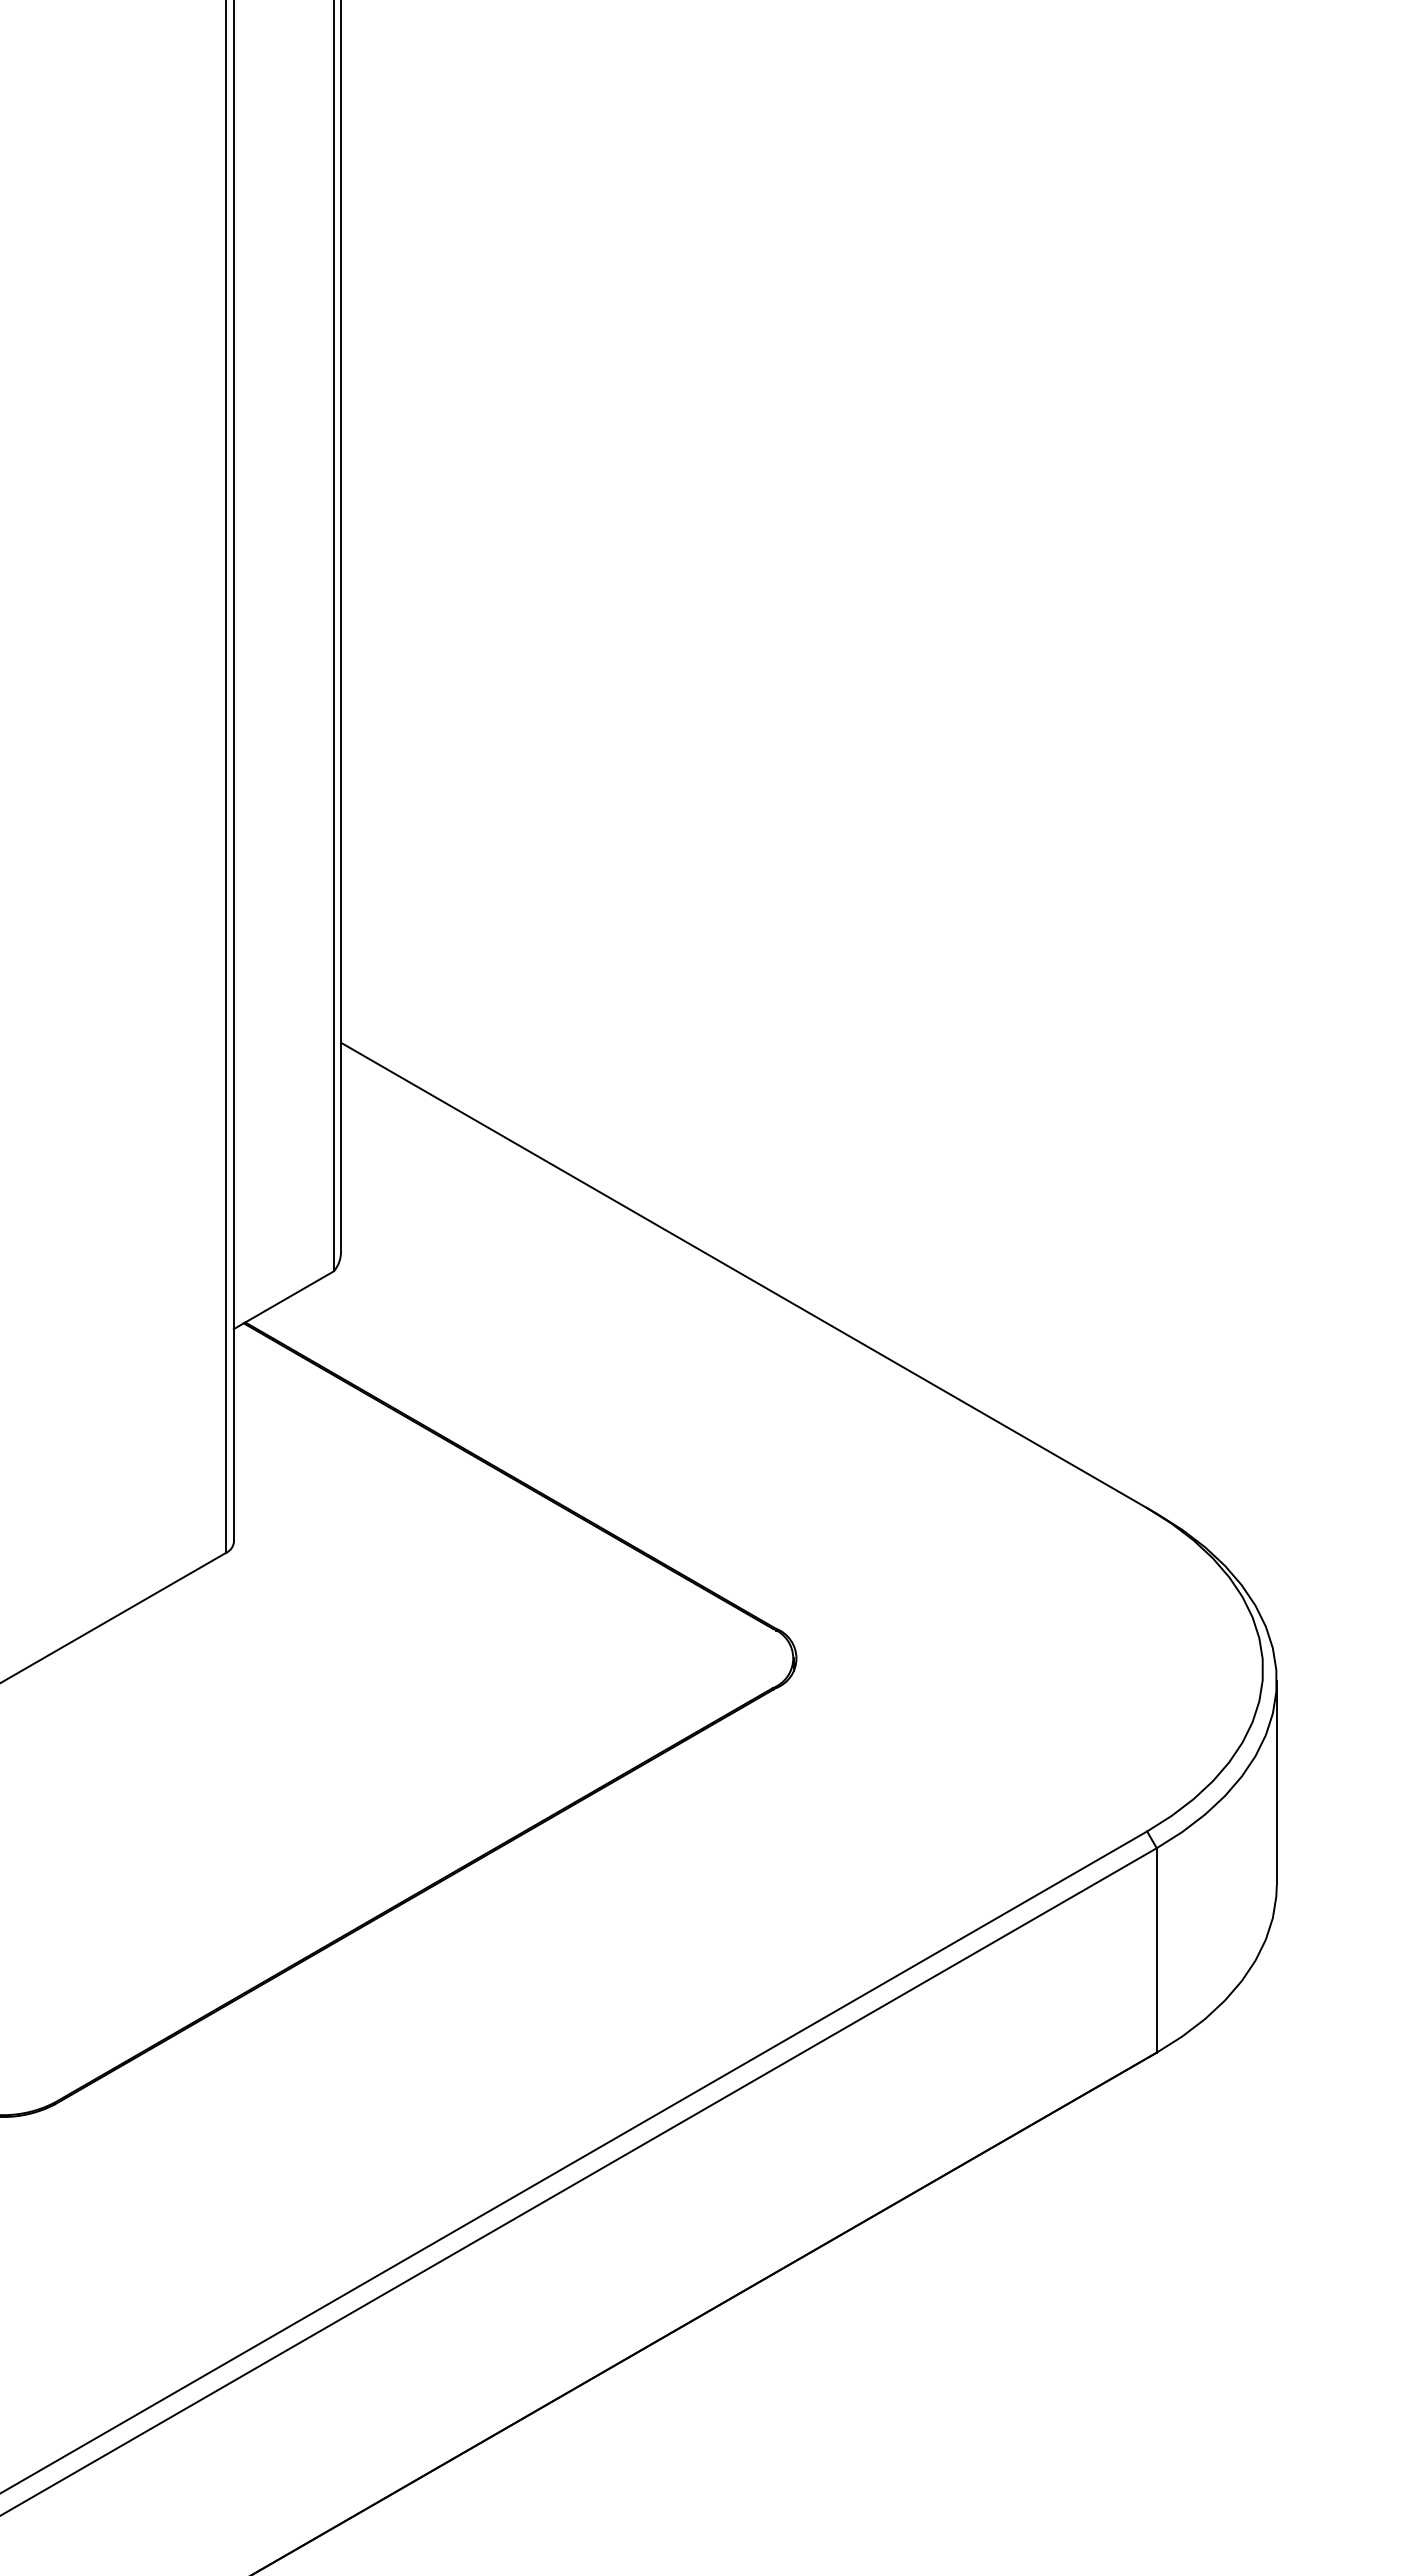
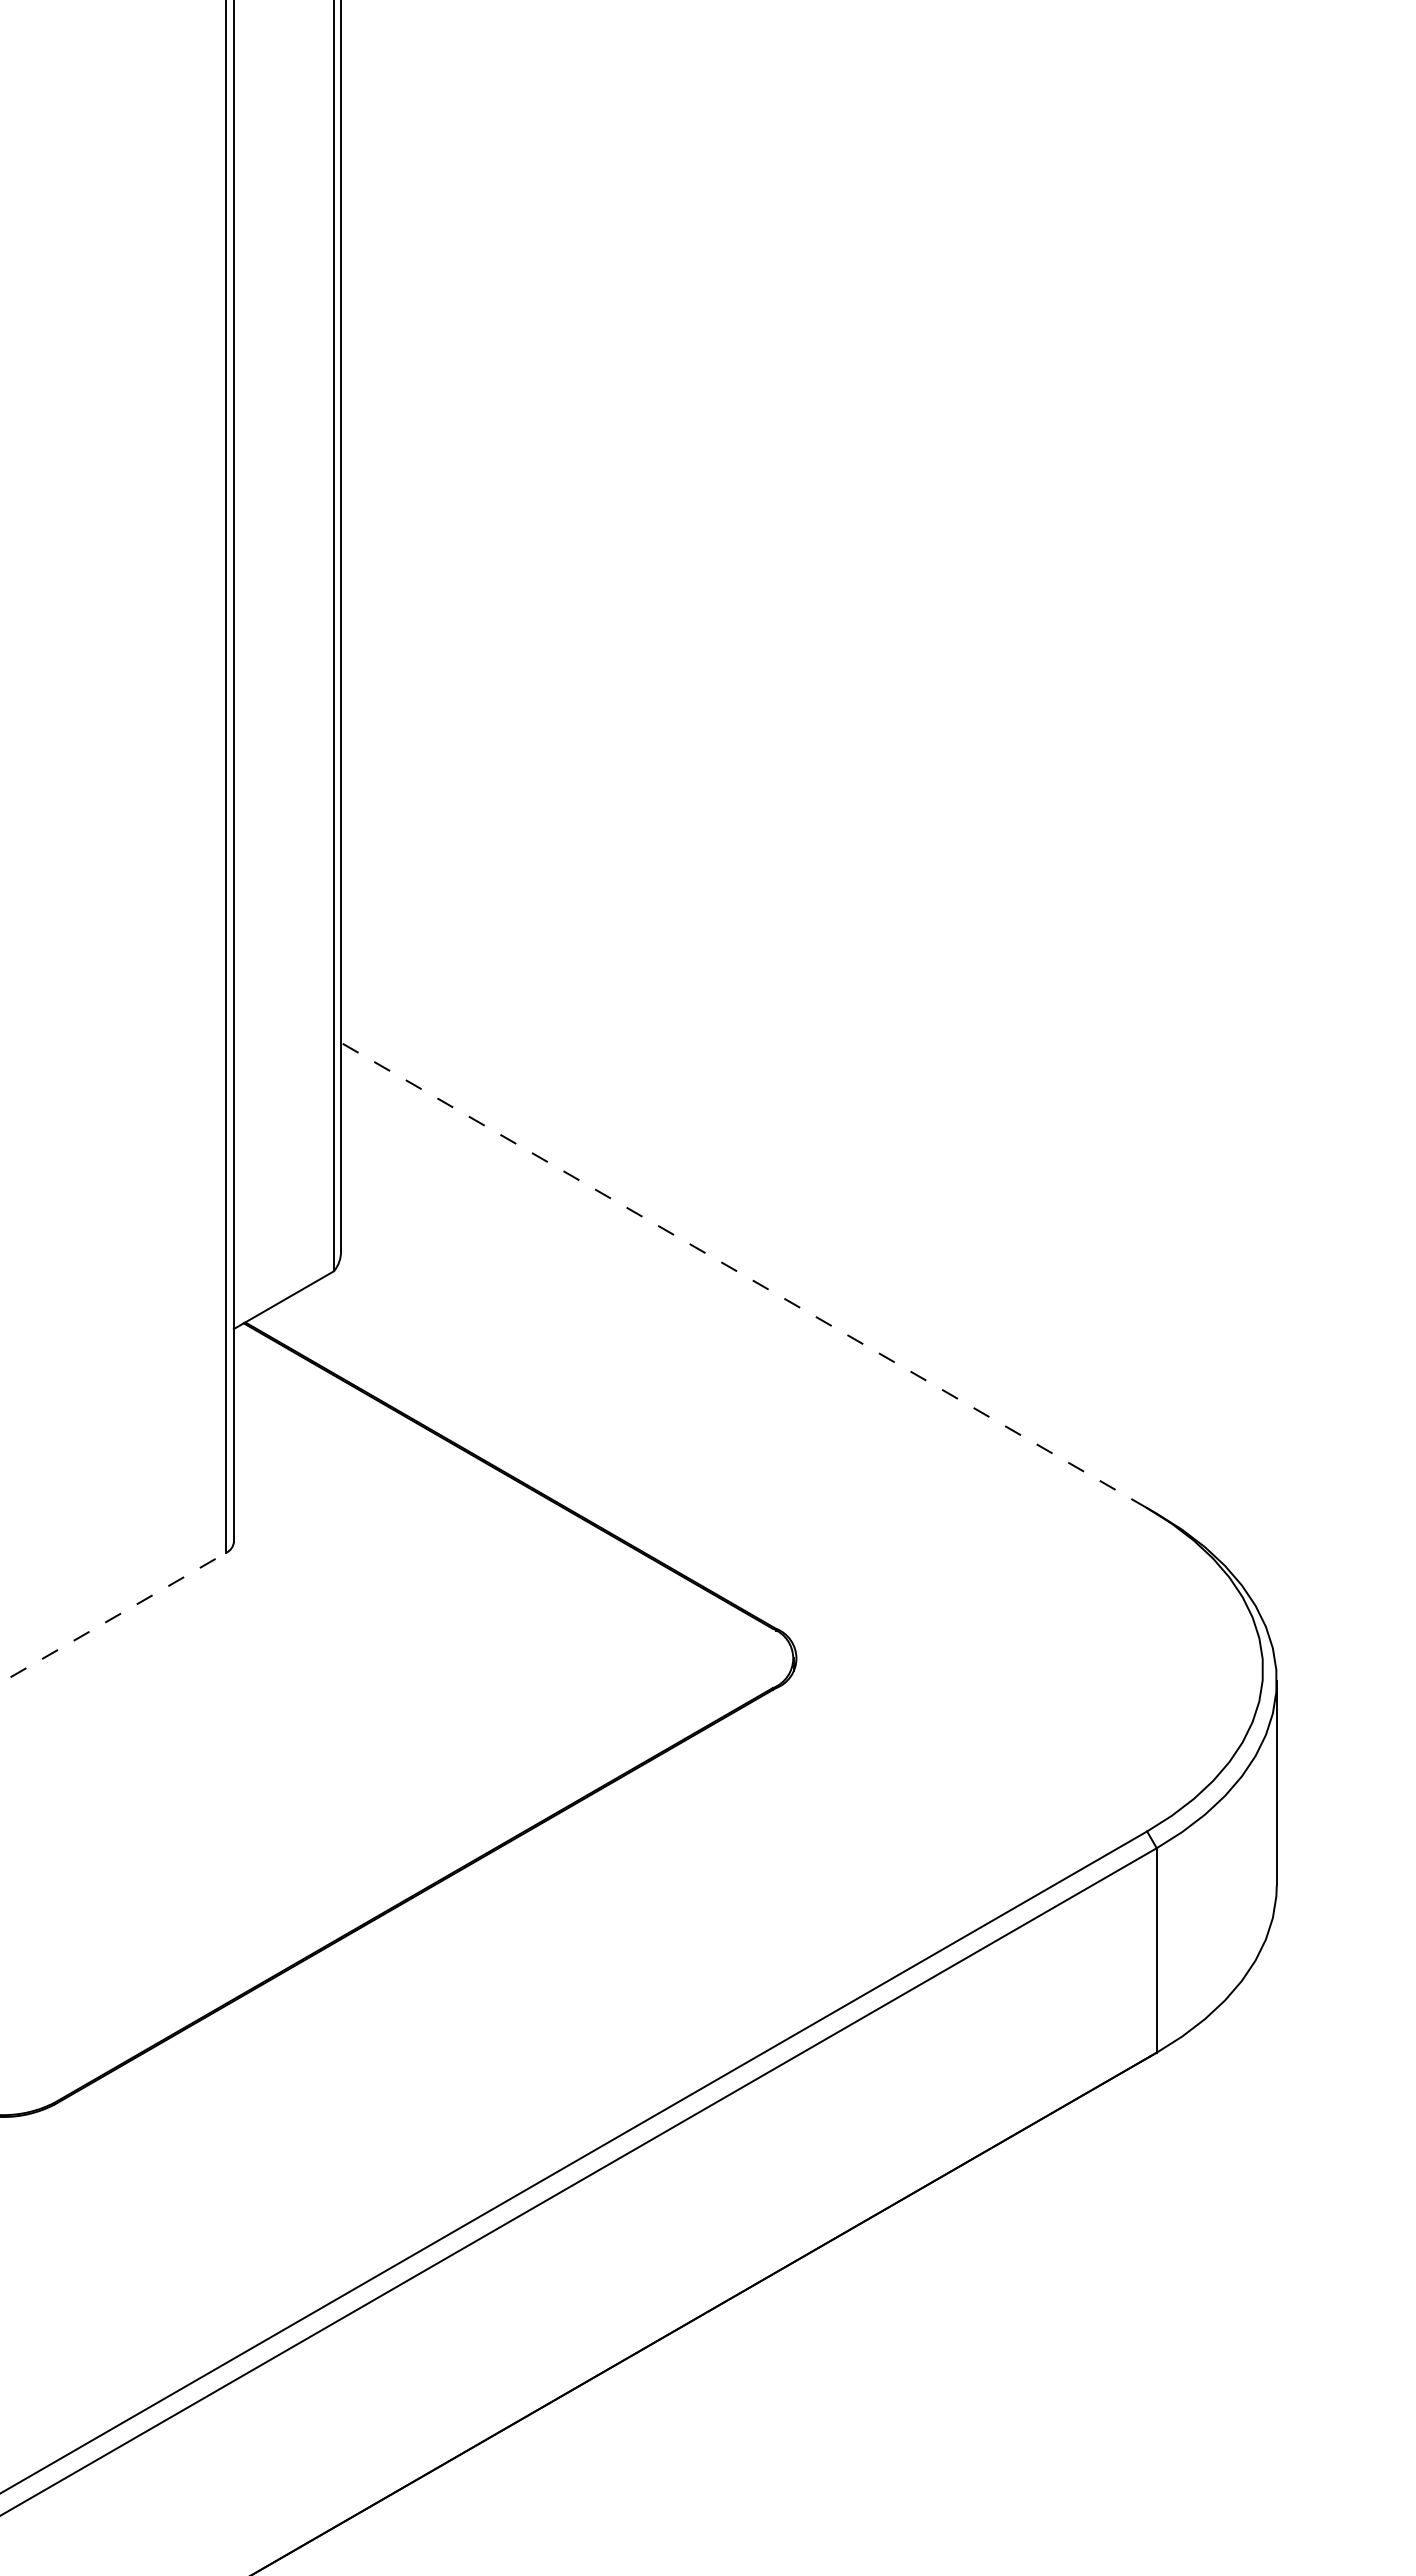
line at (743, 1275): solid -> dashed
line at (113, 1617): solid -> dashed
